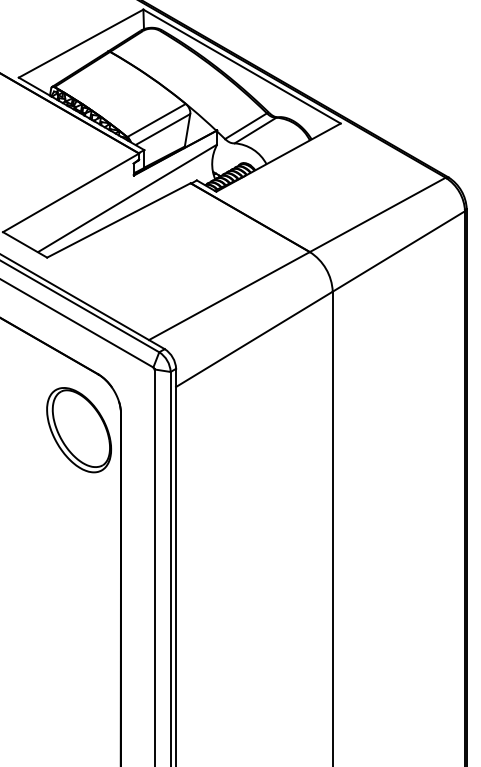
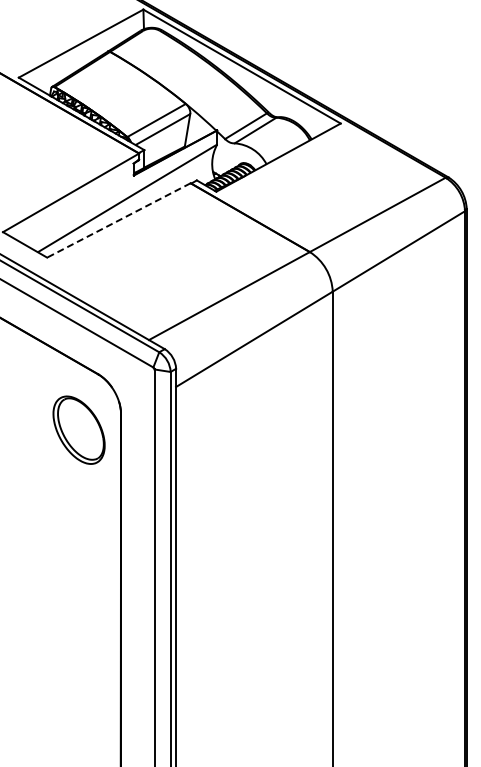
line at (118, 220): solid -> dashed
part at (78, 430) size: 66x87 px -> 54x70 px
